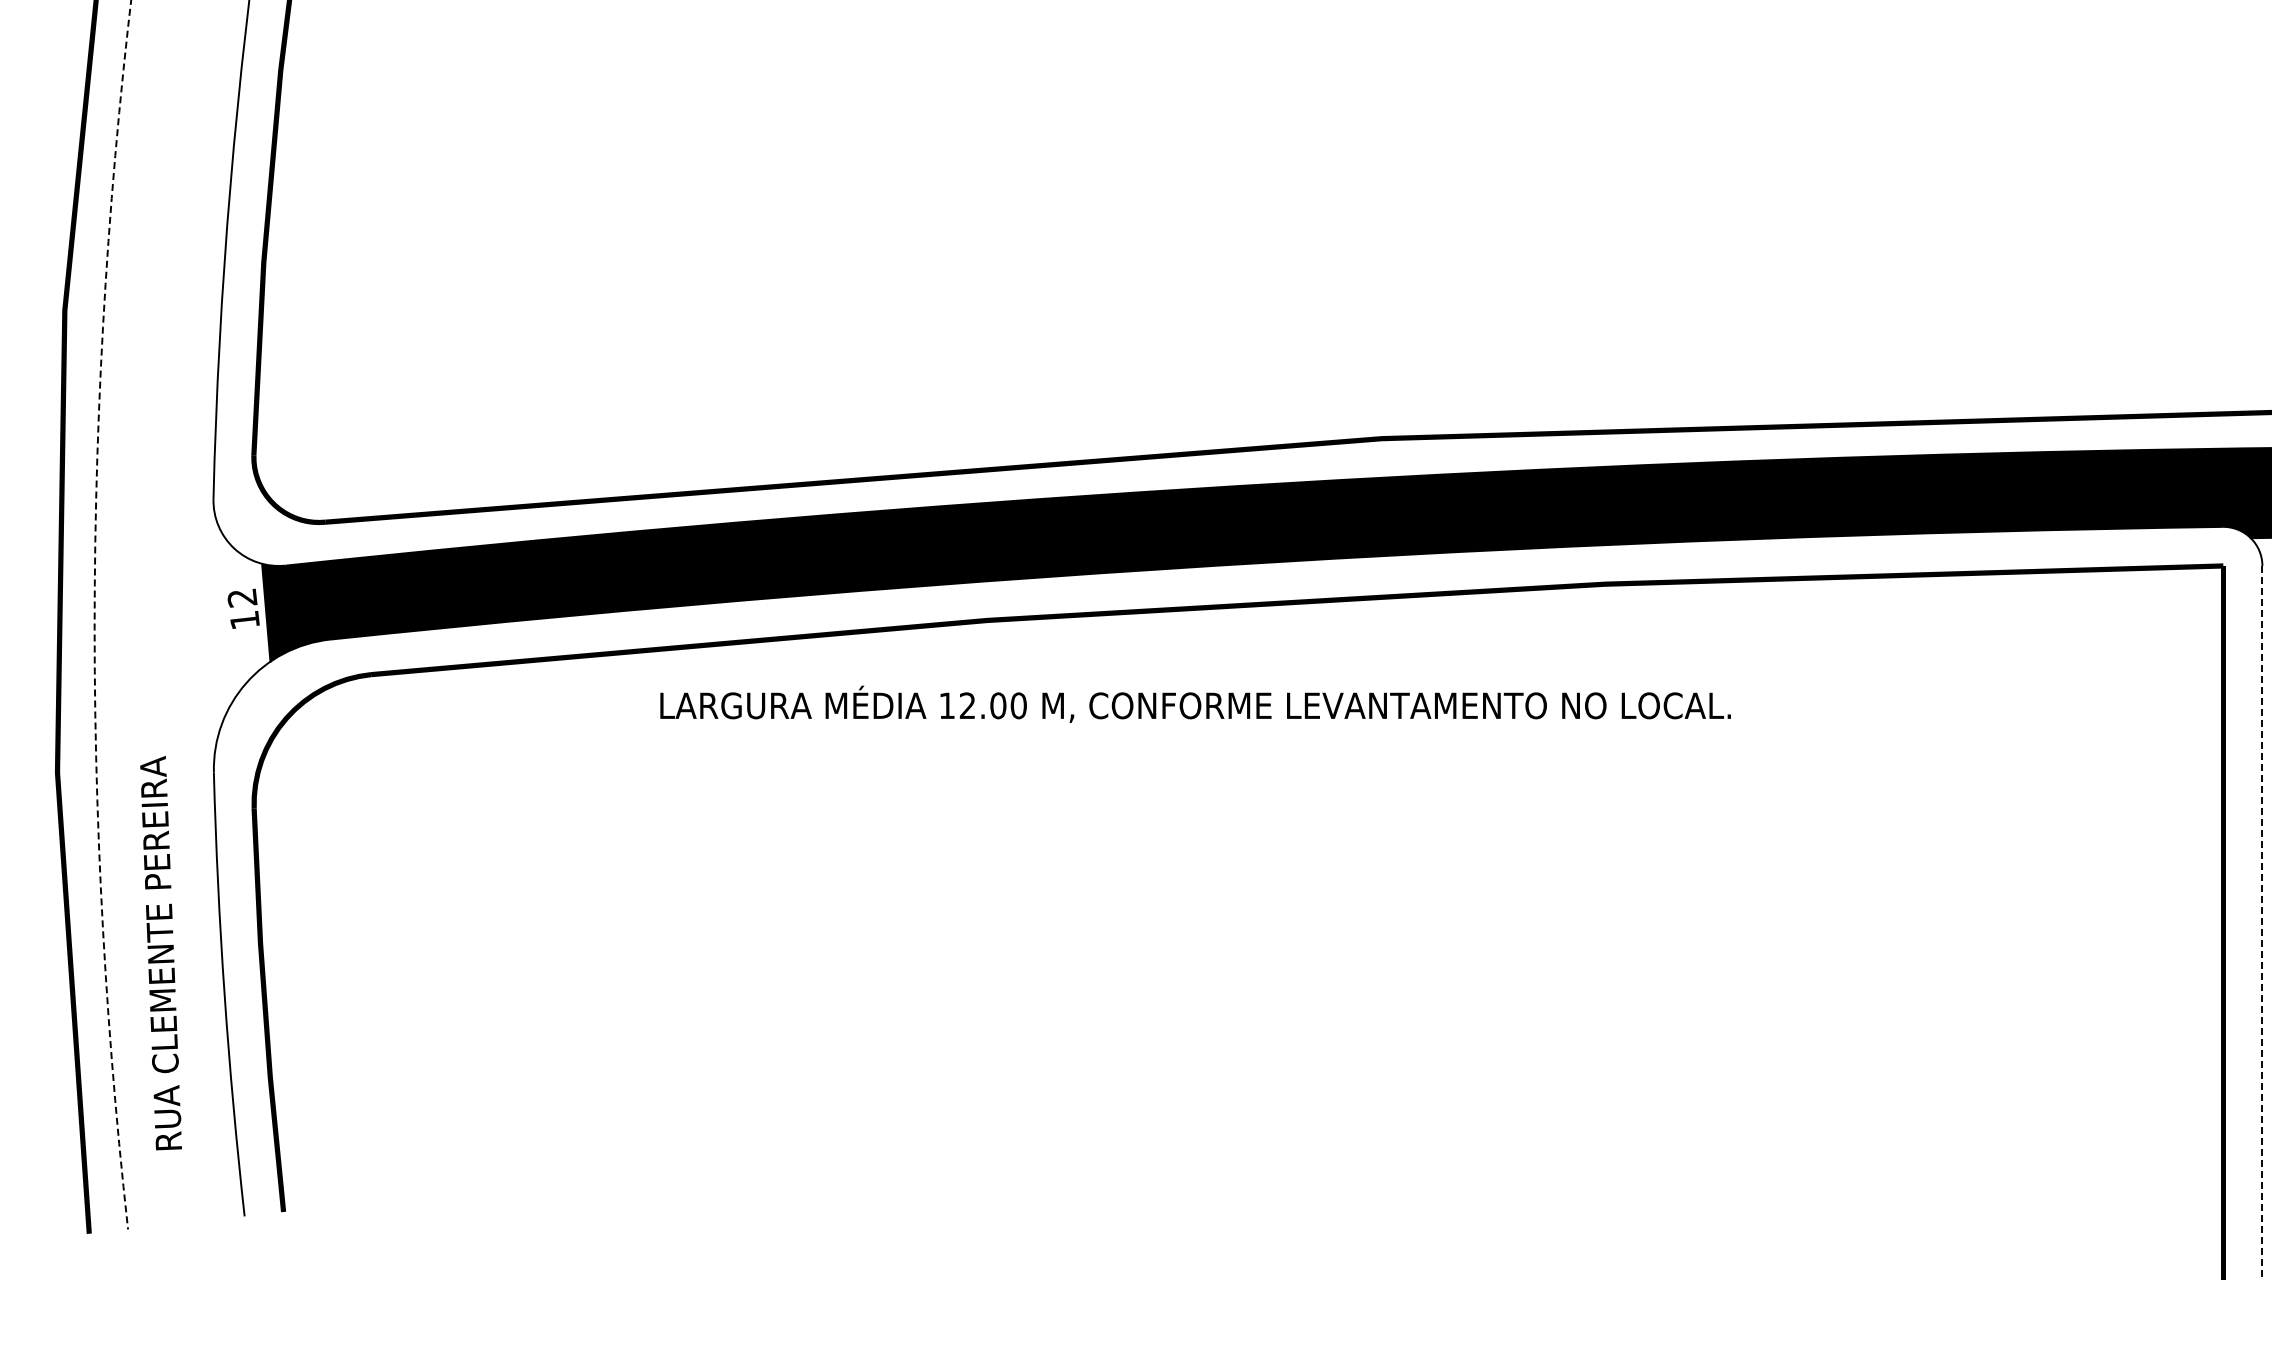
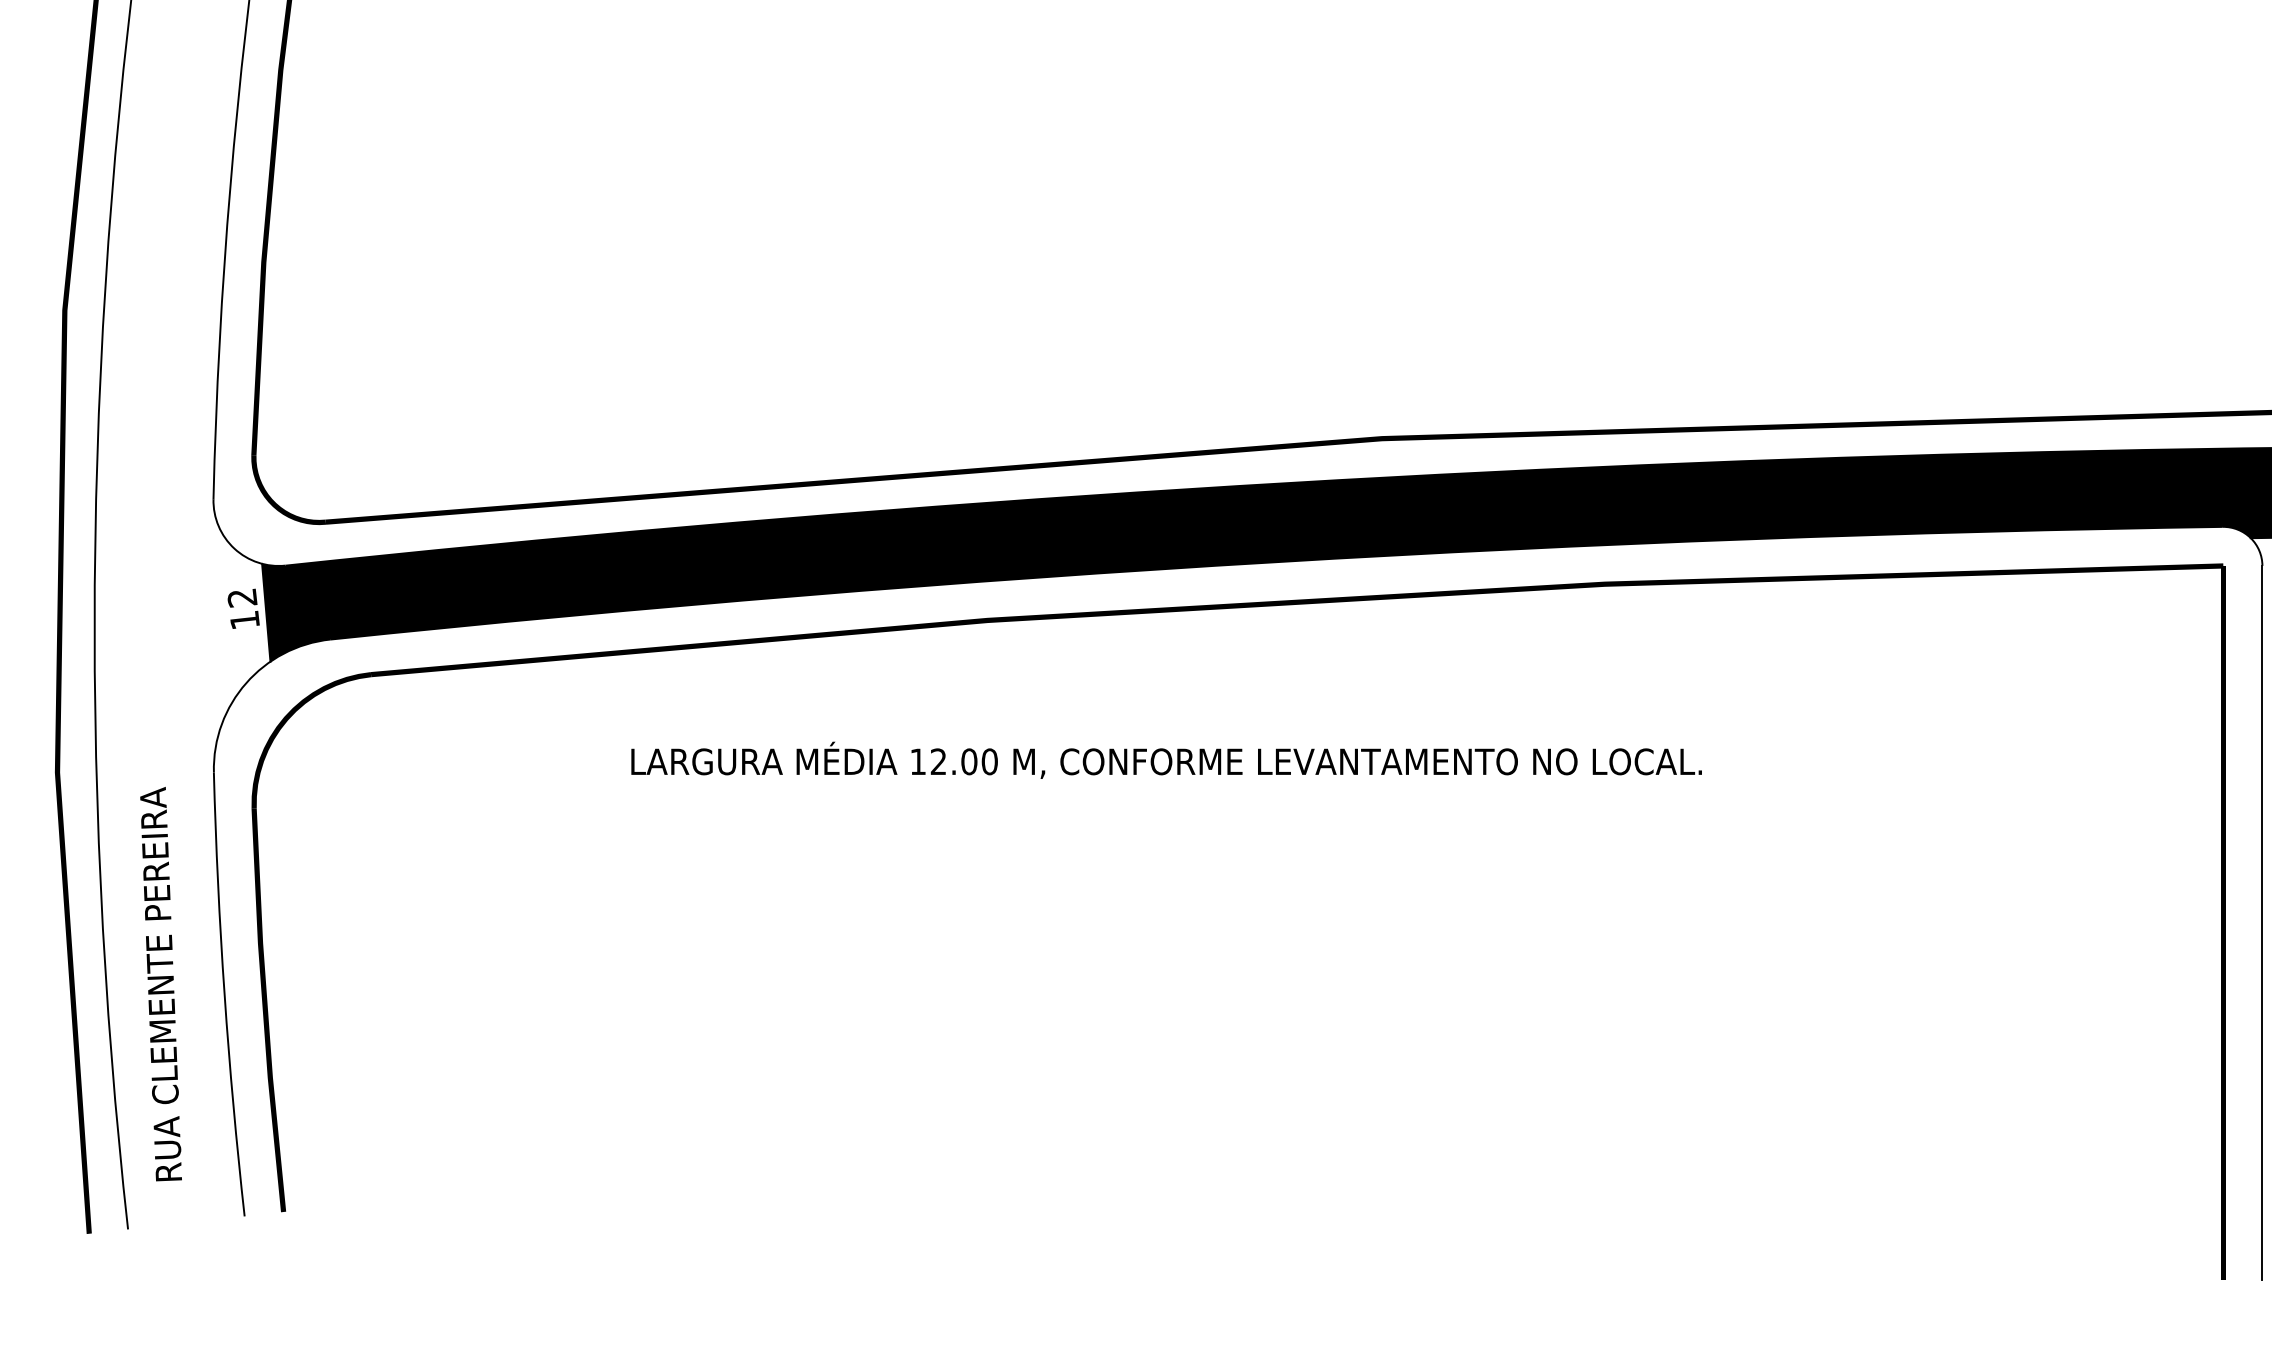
arc at (94, 615): dashed -> solid
text at (1195, 703) position: (1195, 703) -> (1166, 759)
line at (2262, 923): dashed -> solid
text at (160, 953) position: (160, 953) -> (160, 984)
